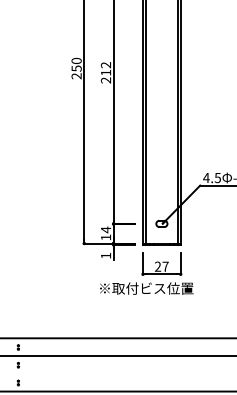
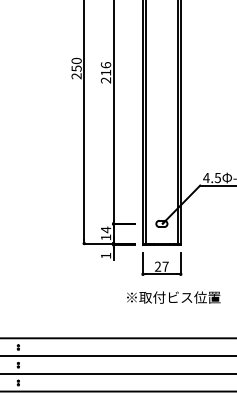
text at (106, 65): 212 -> 216
text at (146, 288) position: (146, 288) -> (173, 297)
line at (117, 373): none -> present
